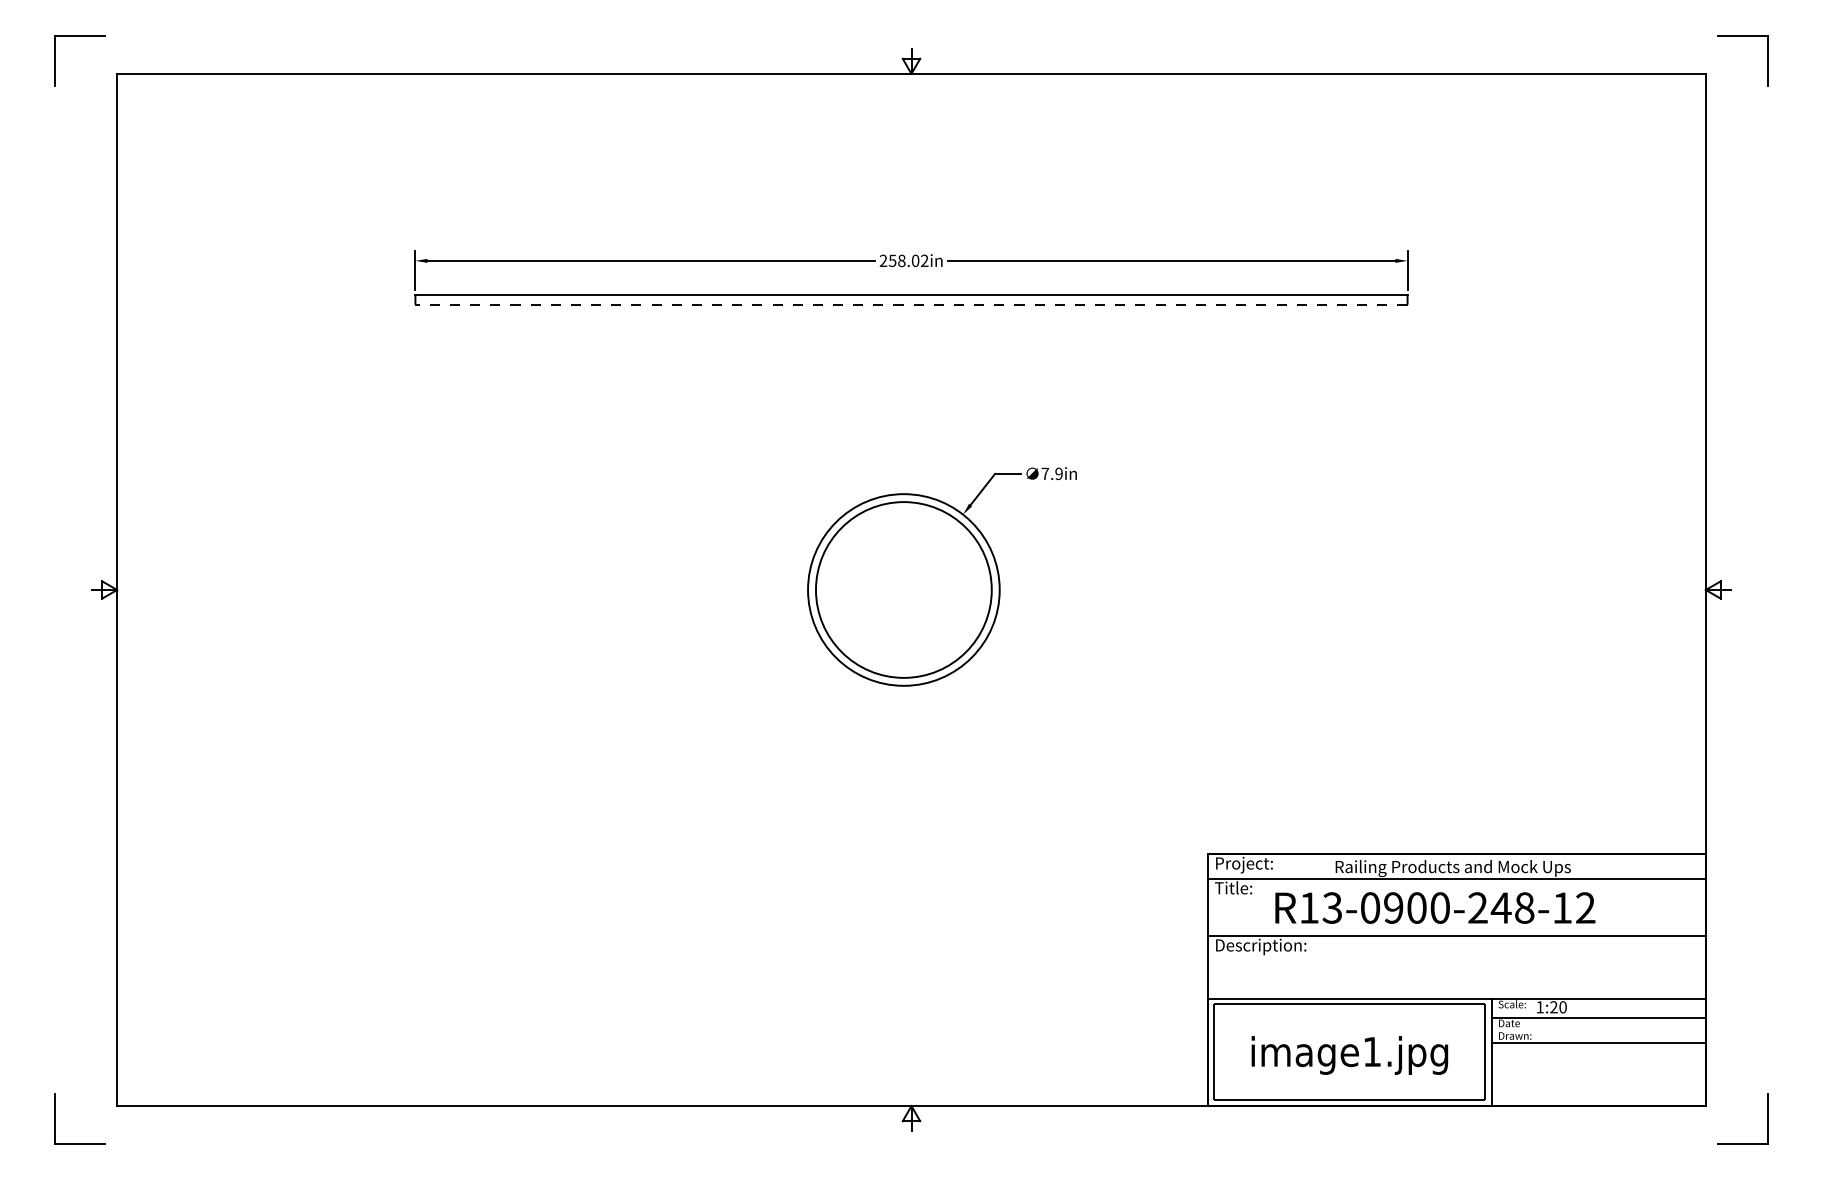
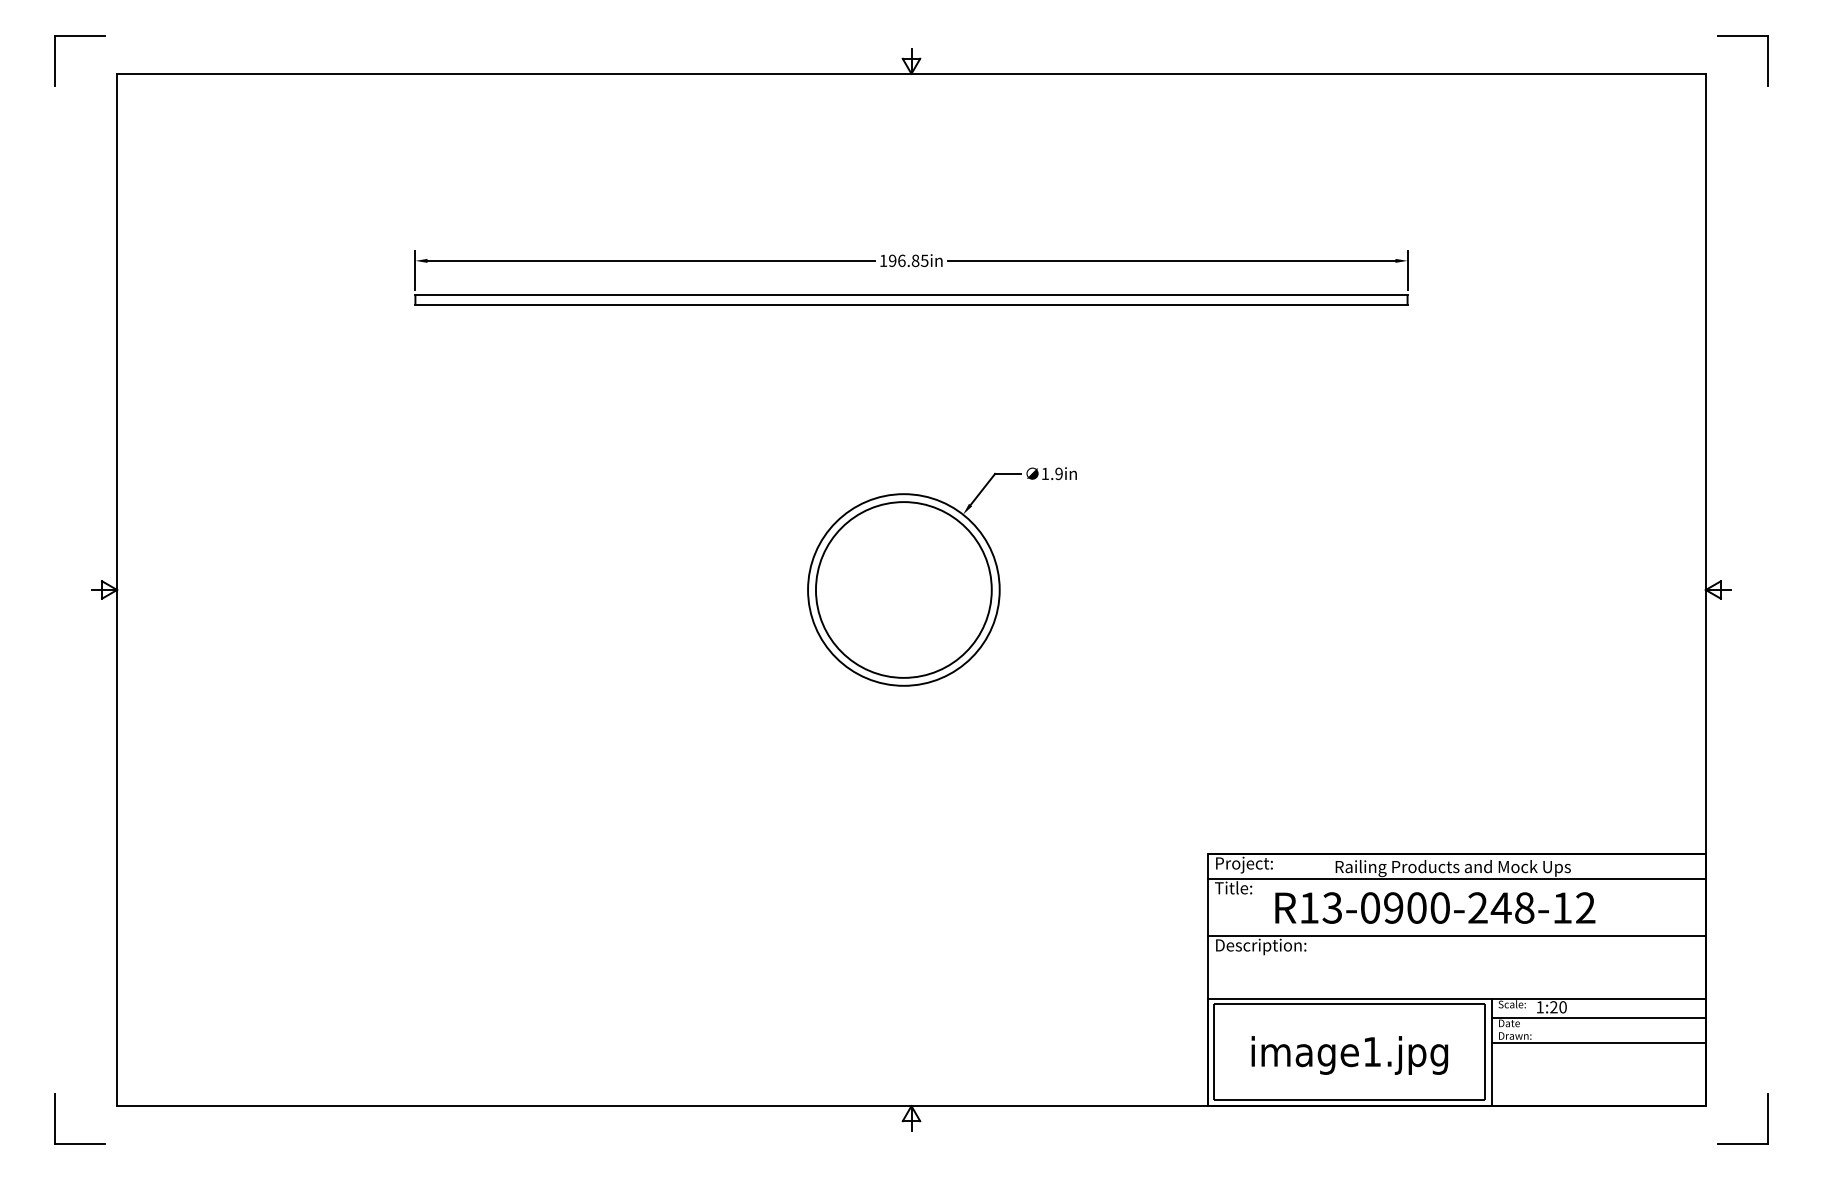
text at (903, 260): 258.02in -> 196.85in
line at (911, 304): dashed -> solid
text at (1045, 473): 7.9in -> 1.9in
